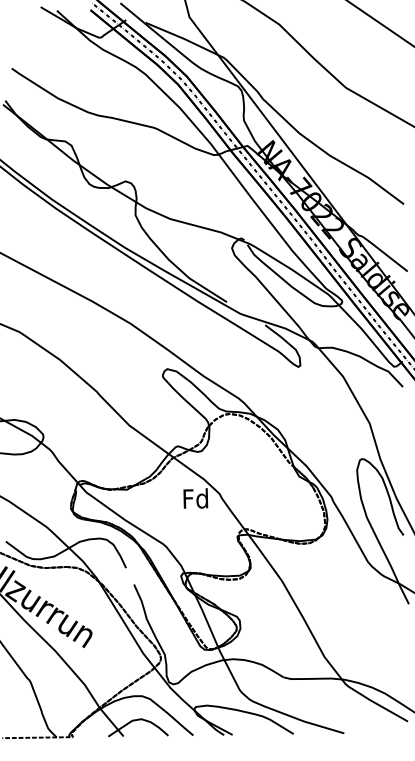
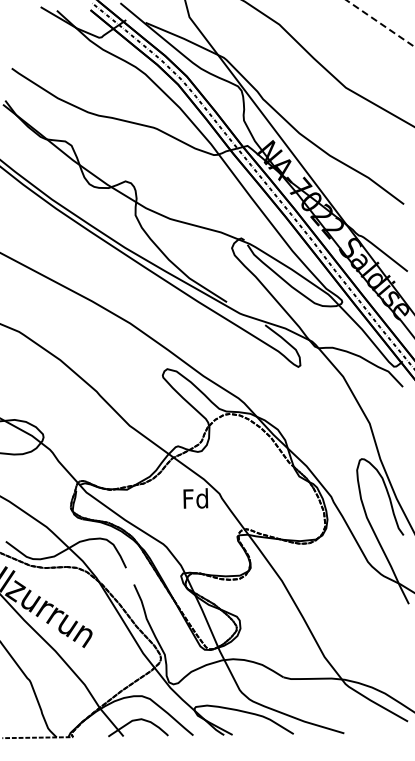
line at (380, 23): solid -> dashed
